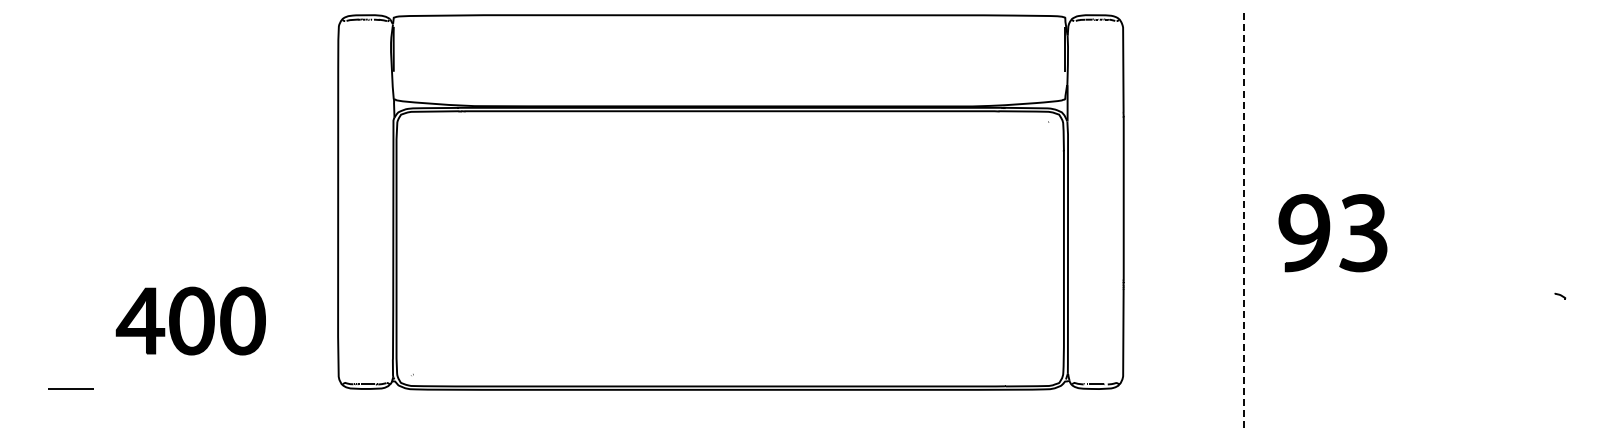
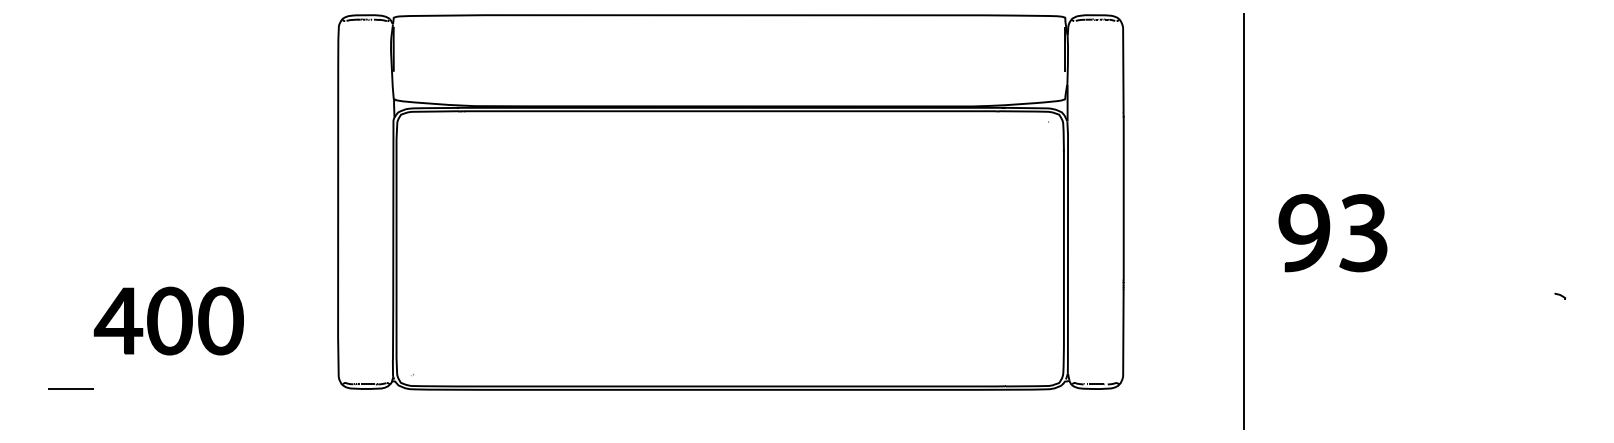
line at (1243, 222): dashed -> solid
part at (190, 320) position: (190, 320) -> (168, 320)
